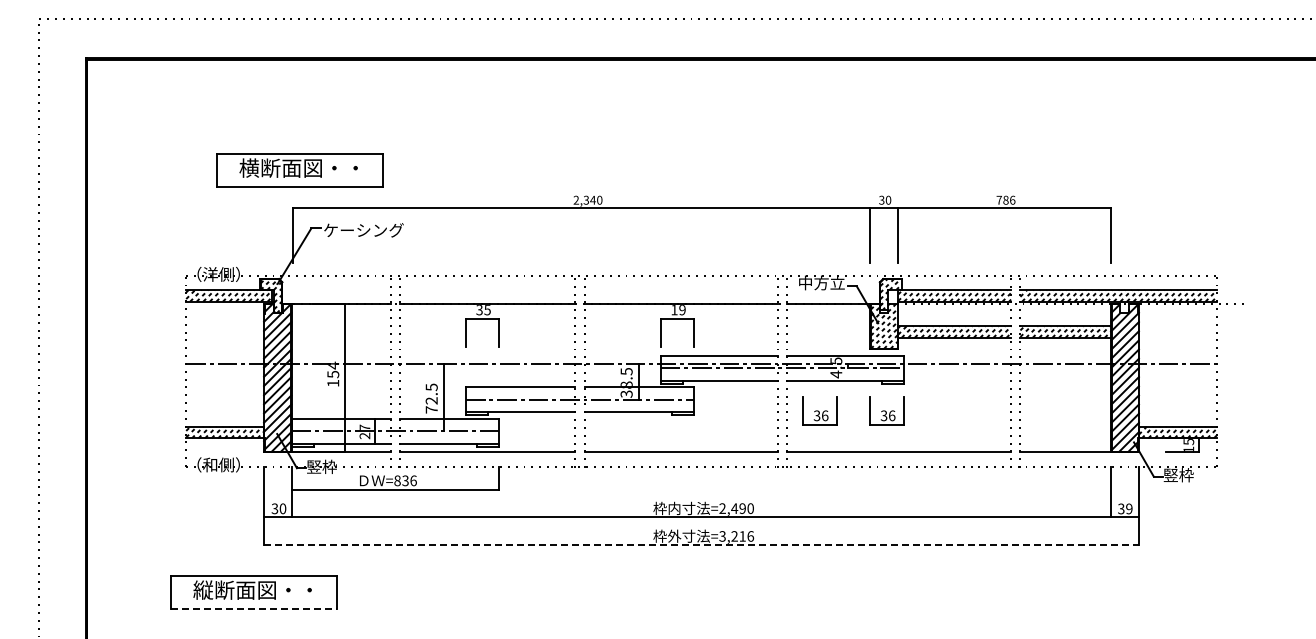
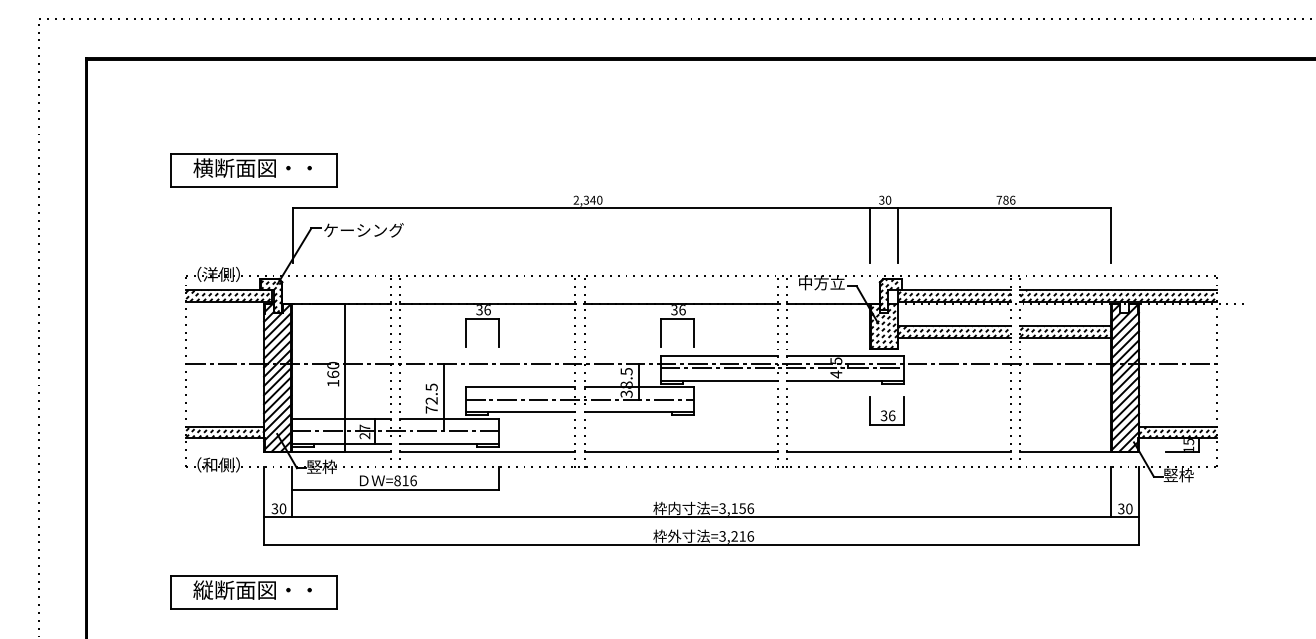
part at (299, 170) position: (299, 170) -> (253, 170)
text at (487, 310): 35 -> 36
text at (678, 310): 19 -> 36
text at (333, 369): 154 -> 160
part at (819, 410): present -> none
text at (405, 480): =836 -> =816
text at (736, 508): =2,490 -> =3,156
text at (1129, 508): 39 -> 30
line at (702, 545): dashed -> solid
line at (254, 609): dashed -> solid
